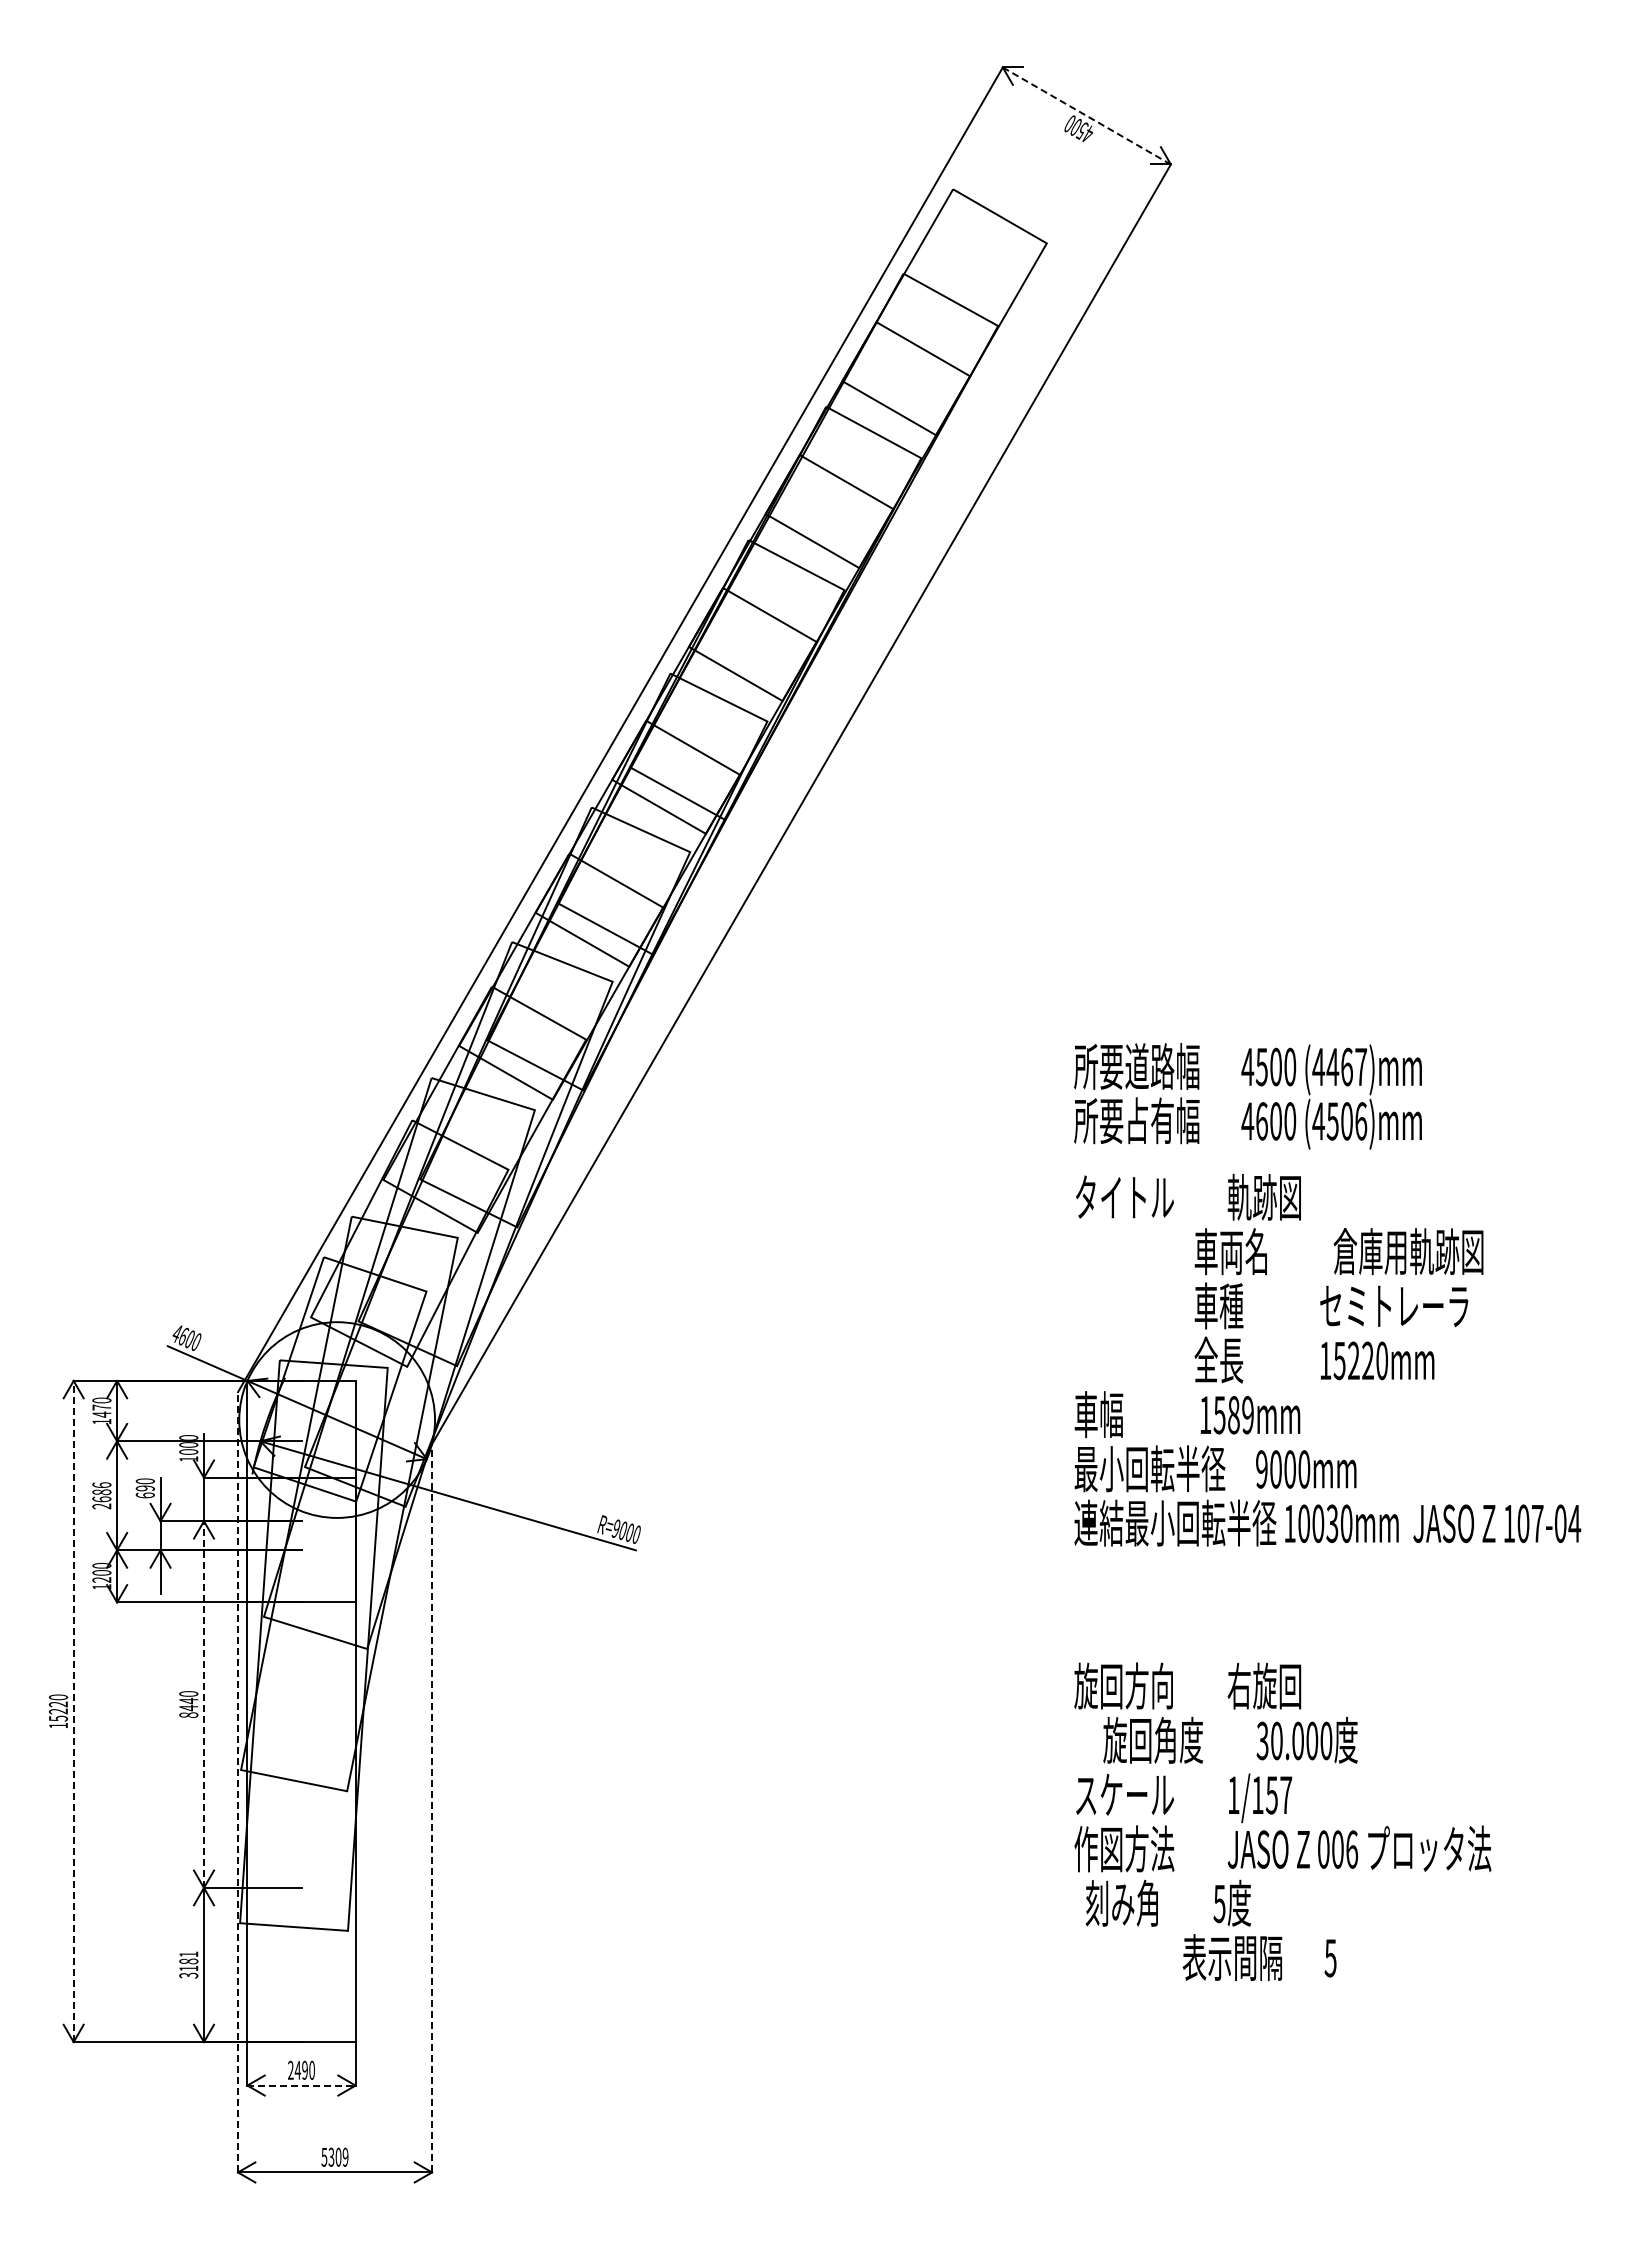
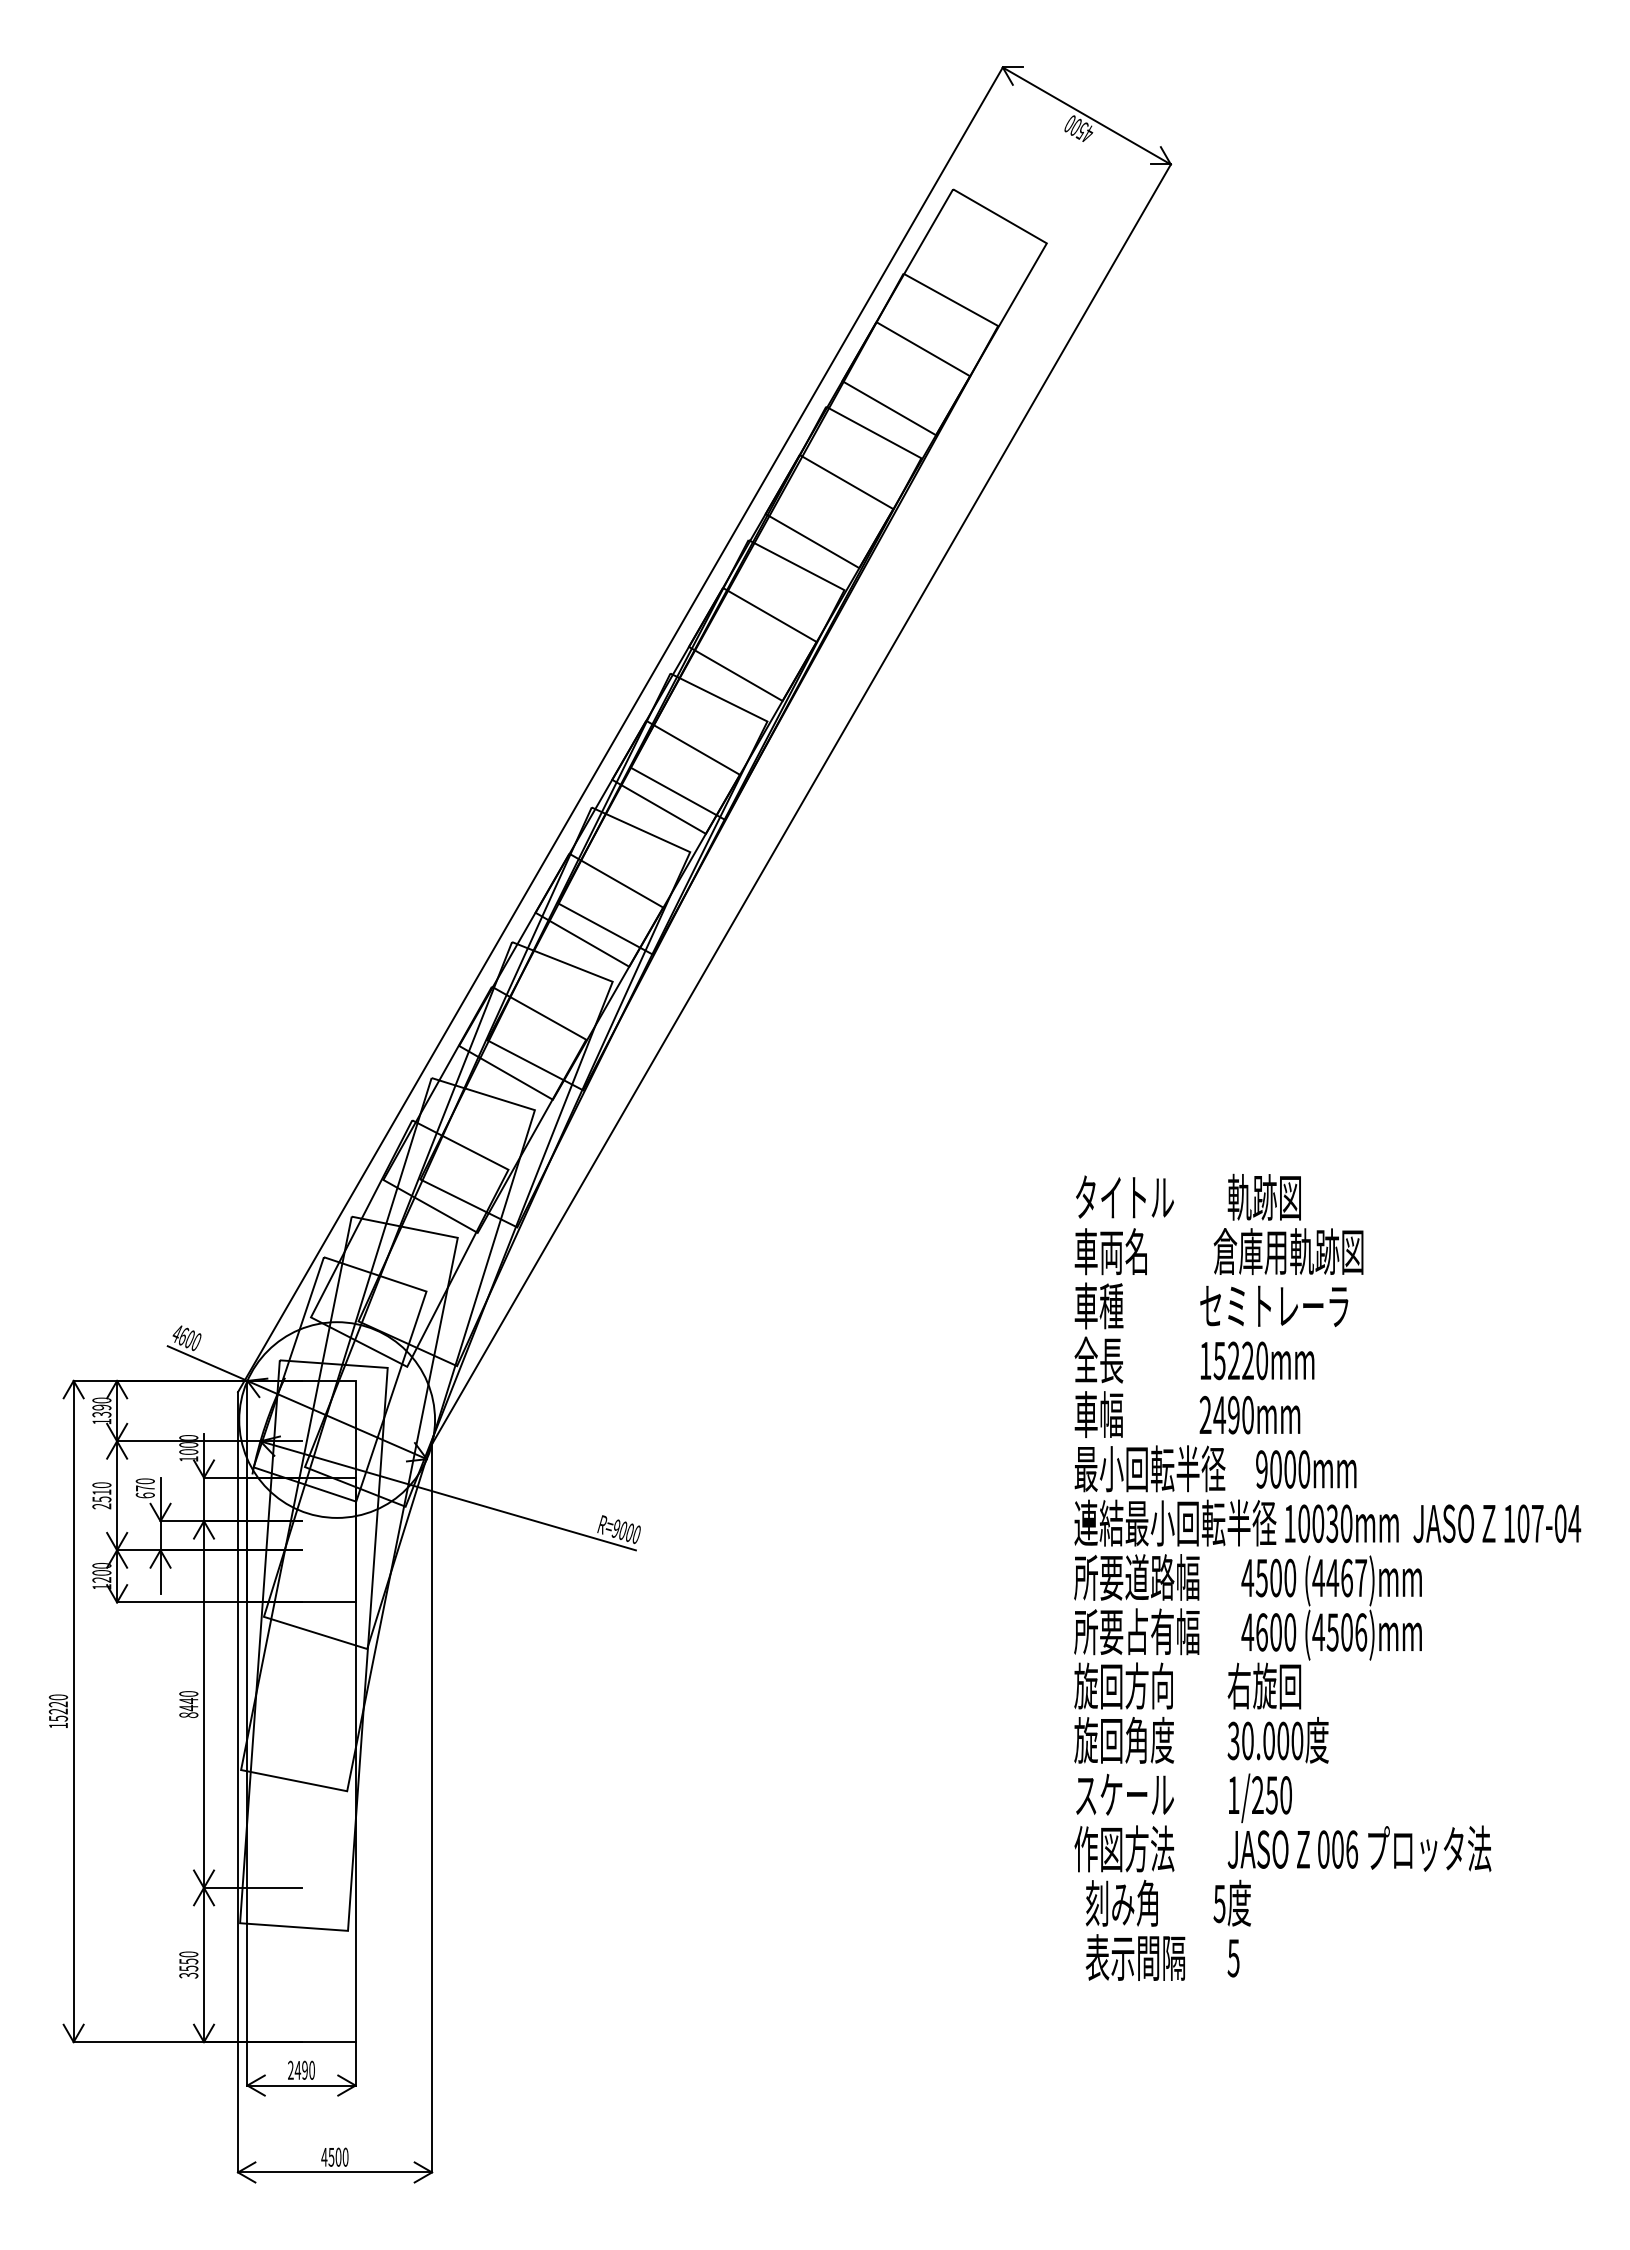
line at (1086, 115): dashed -> solid
text at (1247, 1096) position: (1247, 1096) -> (1247, 1607)
text at (1338, 1305) position: (1338, 1305) -> (1218, 1305)
text at (101, 1410): 1470 -> 1390
text at (1226, 1414): 1589mm -> 2490mm
text at (144, 1488): 690 -> 670
text at (101, 1492): 2686 -> 2510
line at (204, 1704): dashed -> solid
line at (73, 1711): dashed -> solid
text at (1230, 1740) position: (1230, 1740) -> (1201, 1740)
line at (238, 1781): dashed -> solid
text at (1272, 1795): 1/157 -> 1/250
line at (432, 1807): dashed -> solid
text at (1259, 1957) position: (1259, 1957) -> (1162, 1957)
text at (188, 1961): 3181 -> 3550
line at (302, 2085): dashed -> solid
text at (334, 2156): 5309 -> 4500
